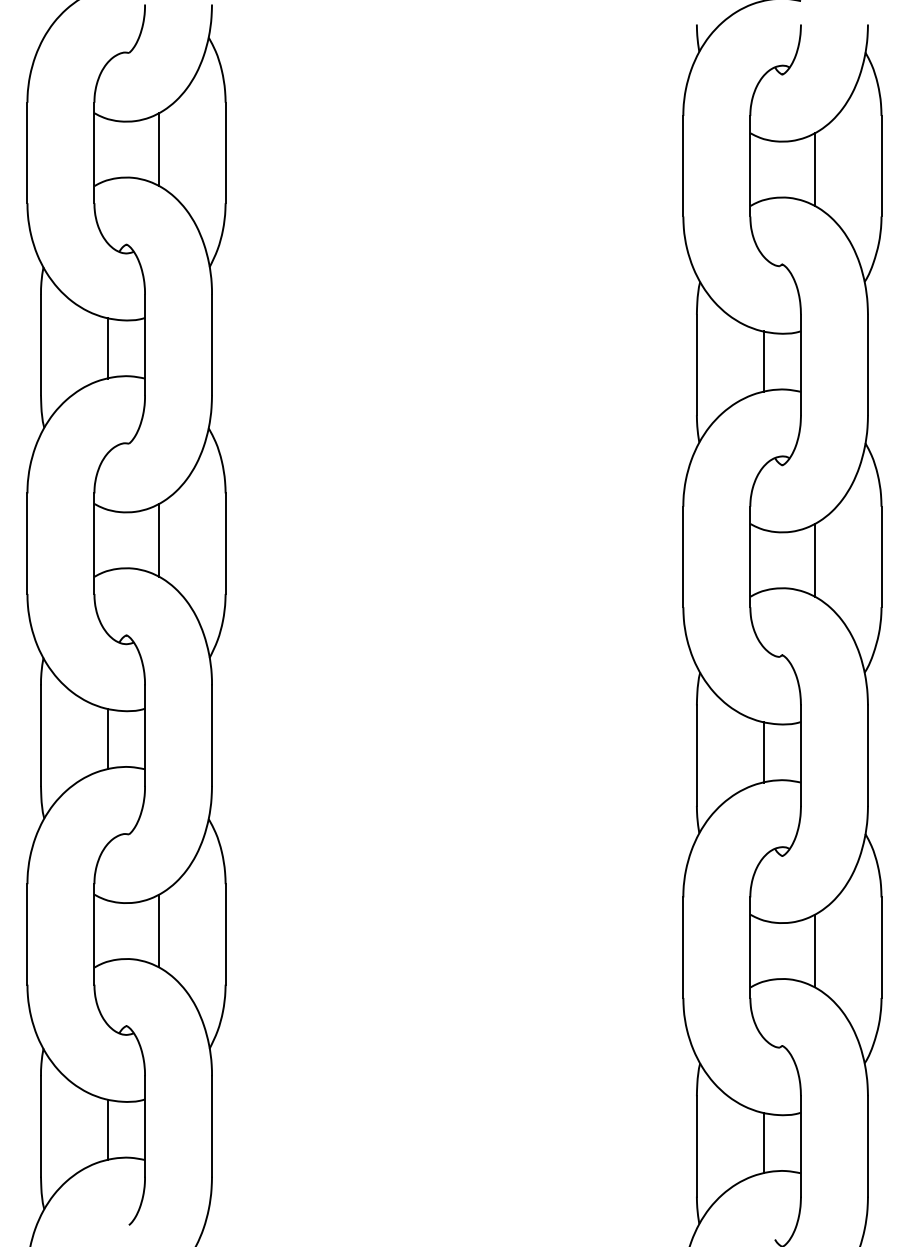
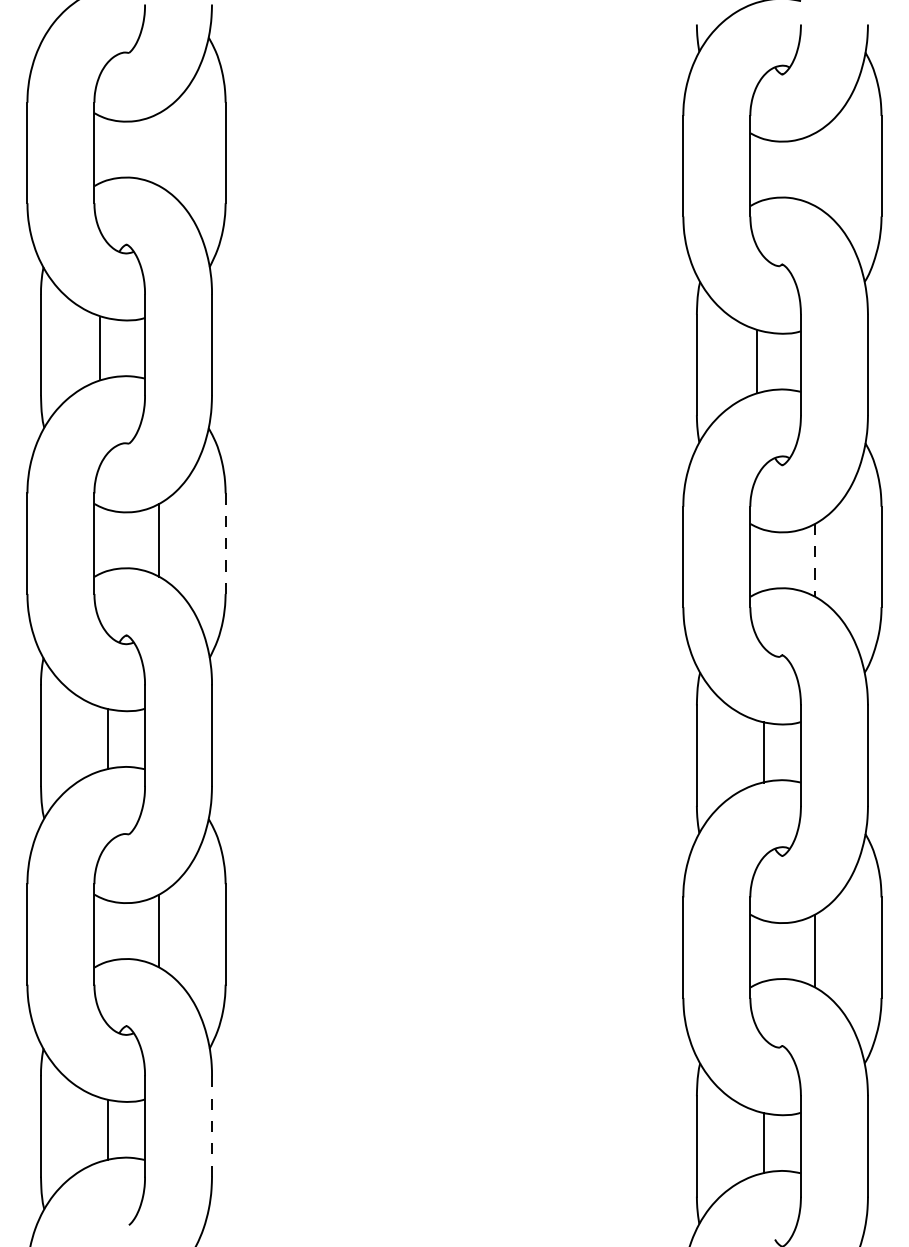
line at (158, 149): present -> none
line at (814, 169): present -> none
line at (107, 348) position: (107, 348) -> (99, 348)
line at (763, 361) position: (763, 361) -> (756, 361)
line at (225, 543): solid -> dashed
line at (814, 560): solid -> dashed
line at (212, 1125): solid -> dashed
